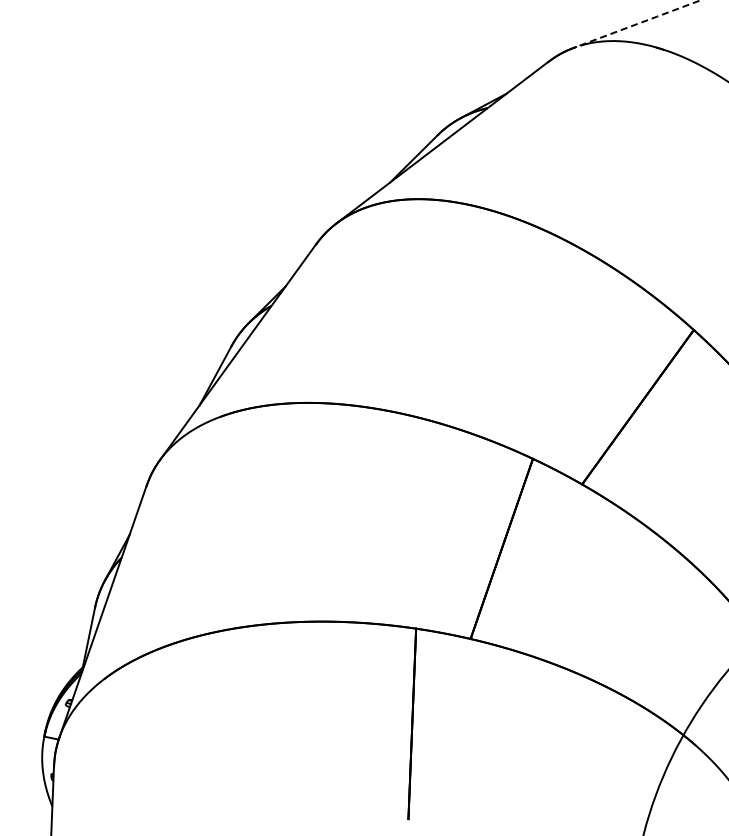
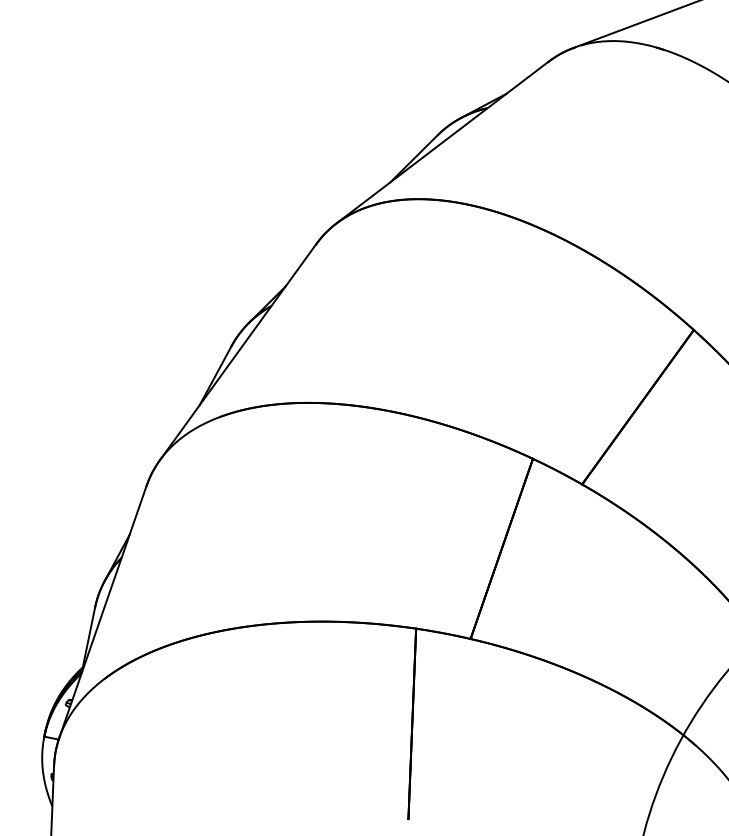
line at (637, 24): dashed -> solid
